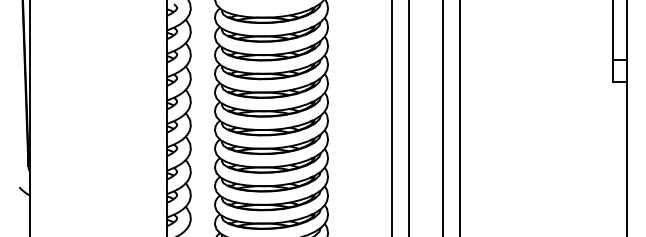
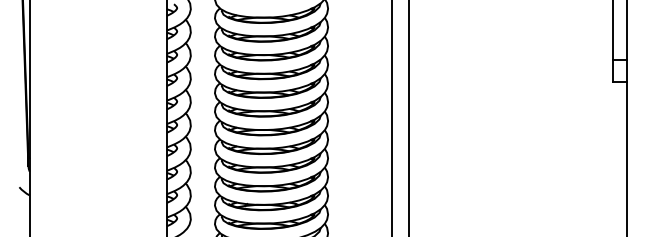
line at (443, 117): present -> none
line at (460, 117): present -> none
